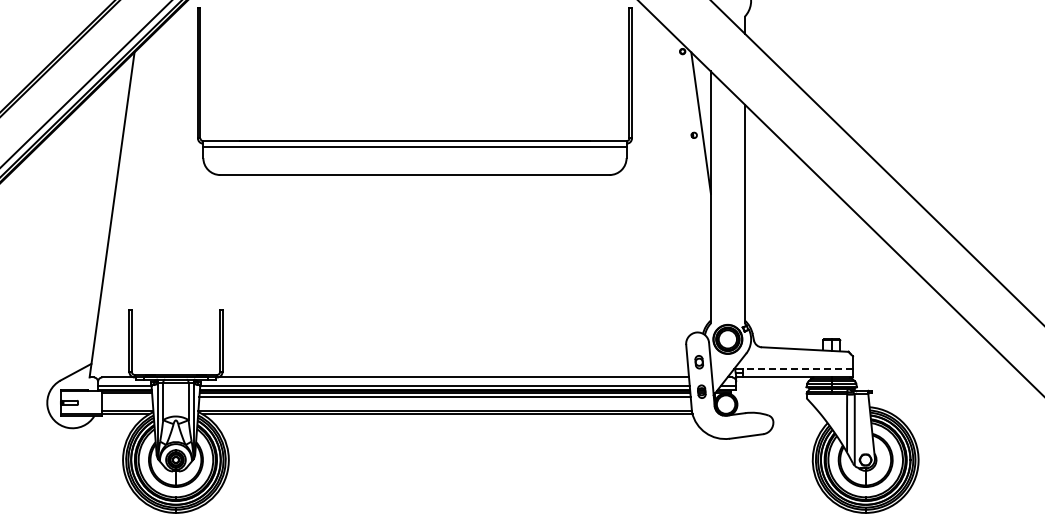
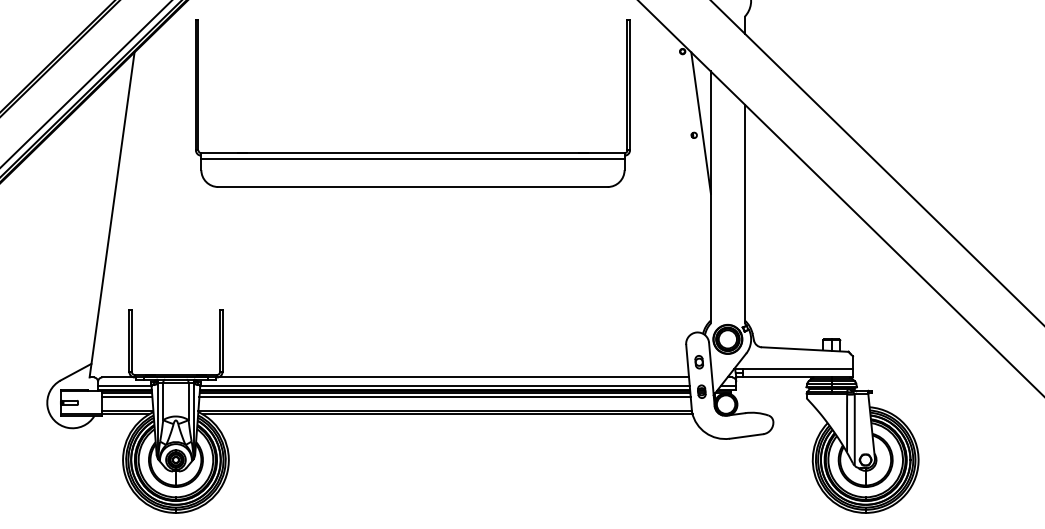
part at (414, 140) position: (414, 140) -> (412, 152)
line at (797, 369): dashed -> solid
line at (126, 396): none -> present
